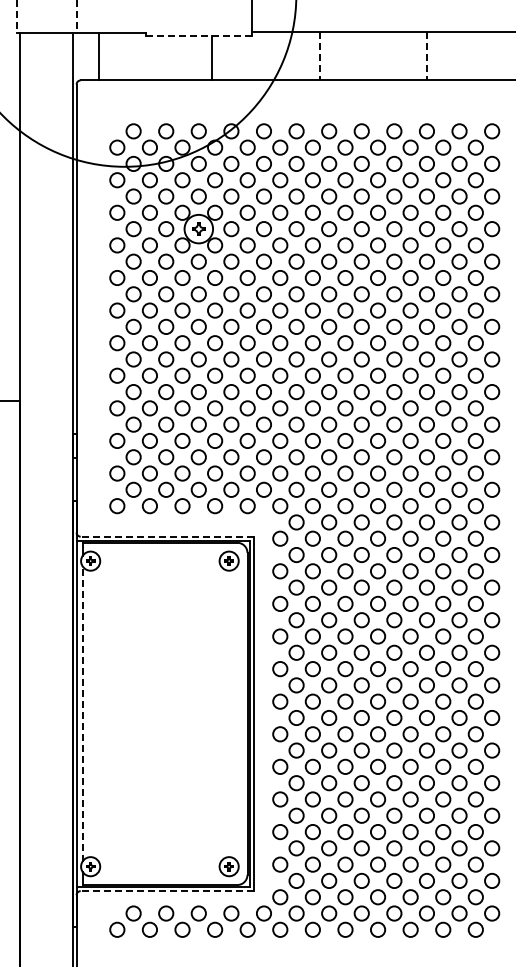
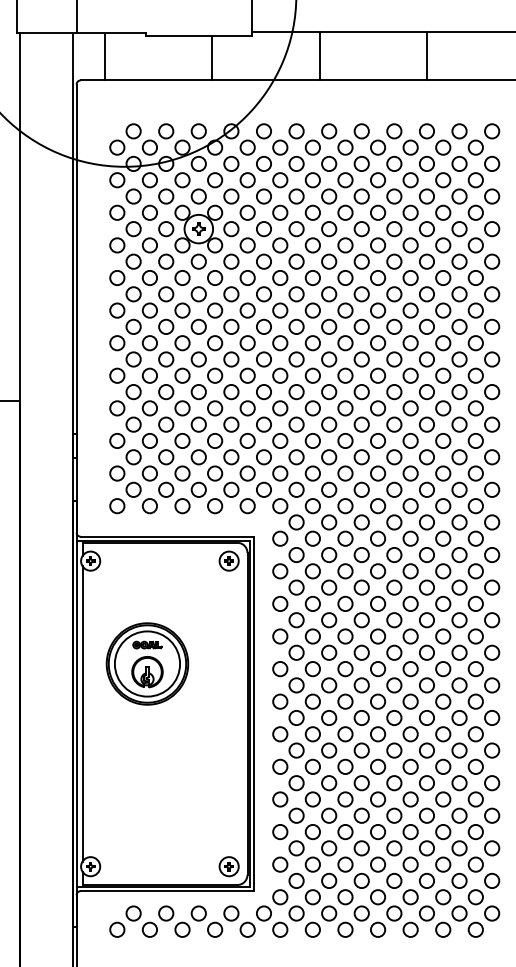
line at (16, 16): dashed -> solid
line at (77, 16): dashed -> solid
line at (198, 35): dashed -> solid
line at (98, 56) position: (98, 56) -> (104, 56)
line at (319, 56): dashed -> solid
line at (427, 56): dashed -> solid
line at (167, 536): dashed -> solid
part at (147, 663): none -> present
line at (82, 713): dashed -> solid
line at (167, 891): dashed -> solid
